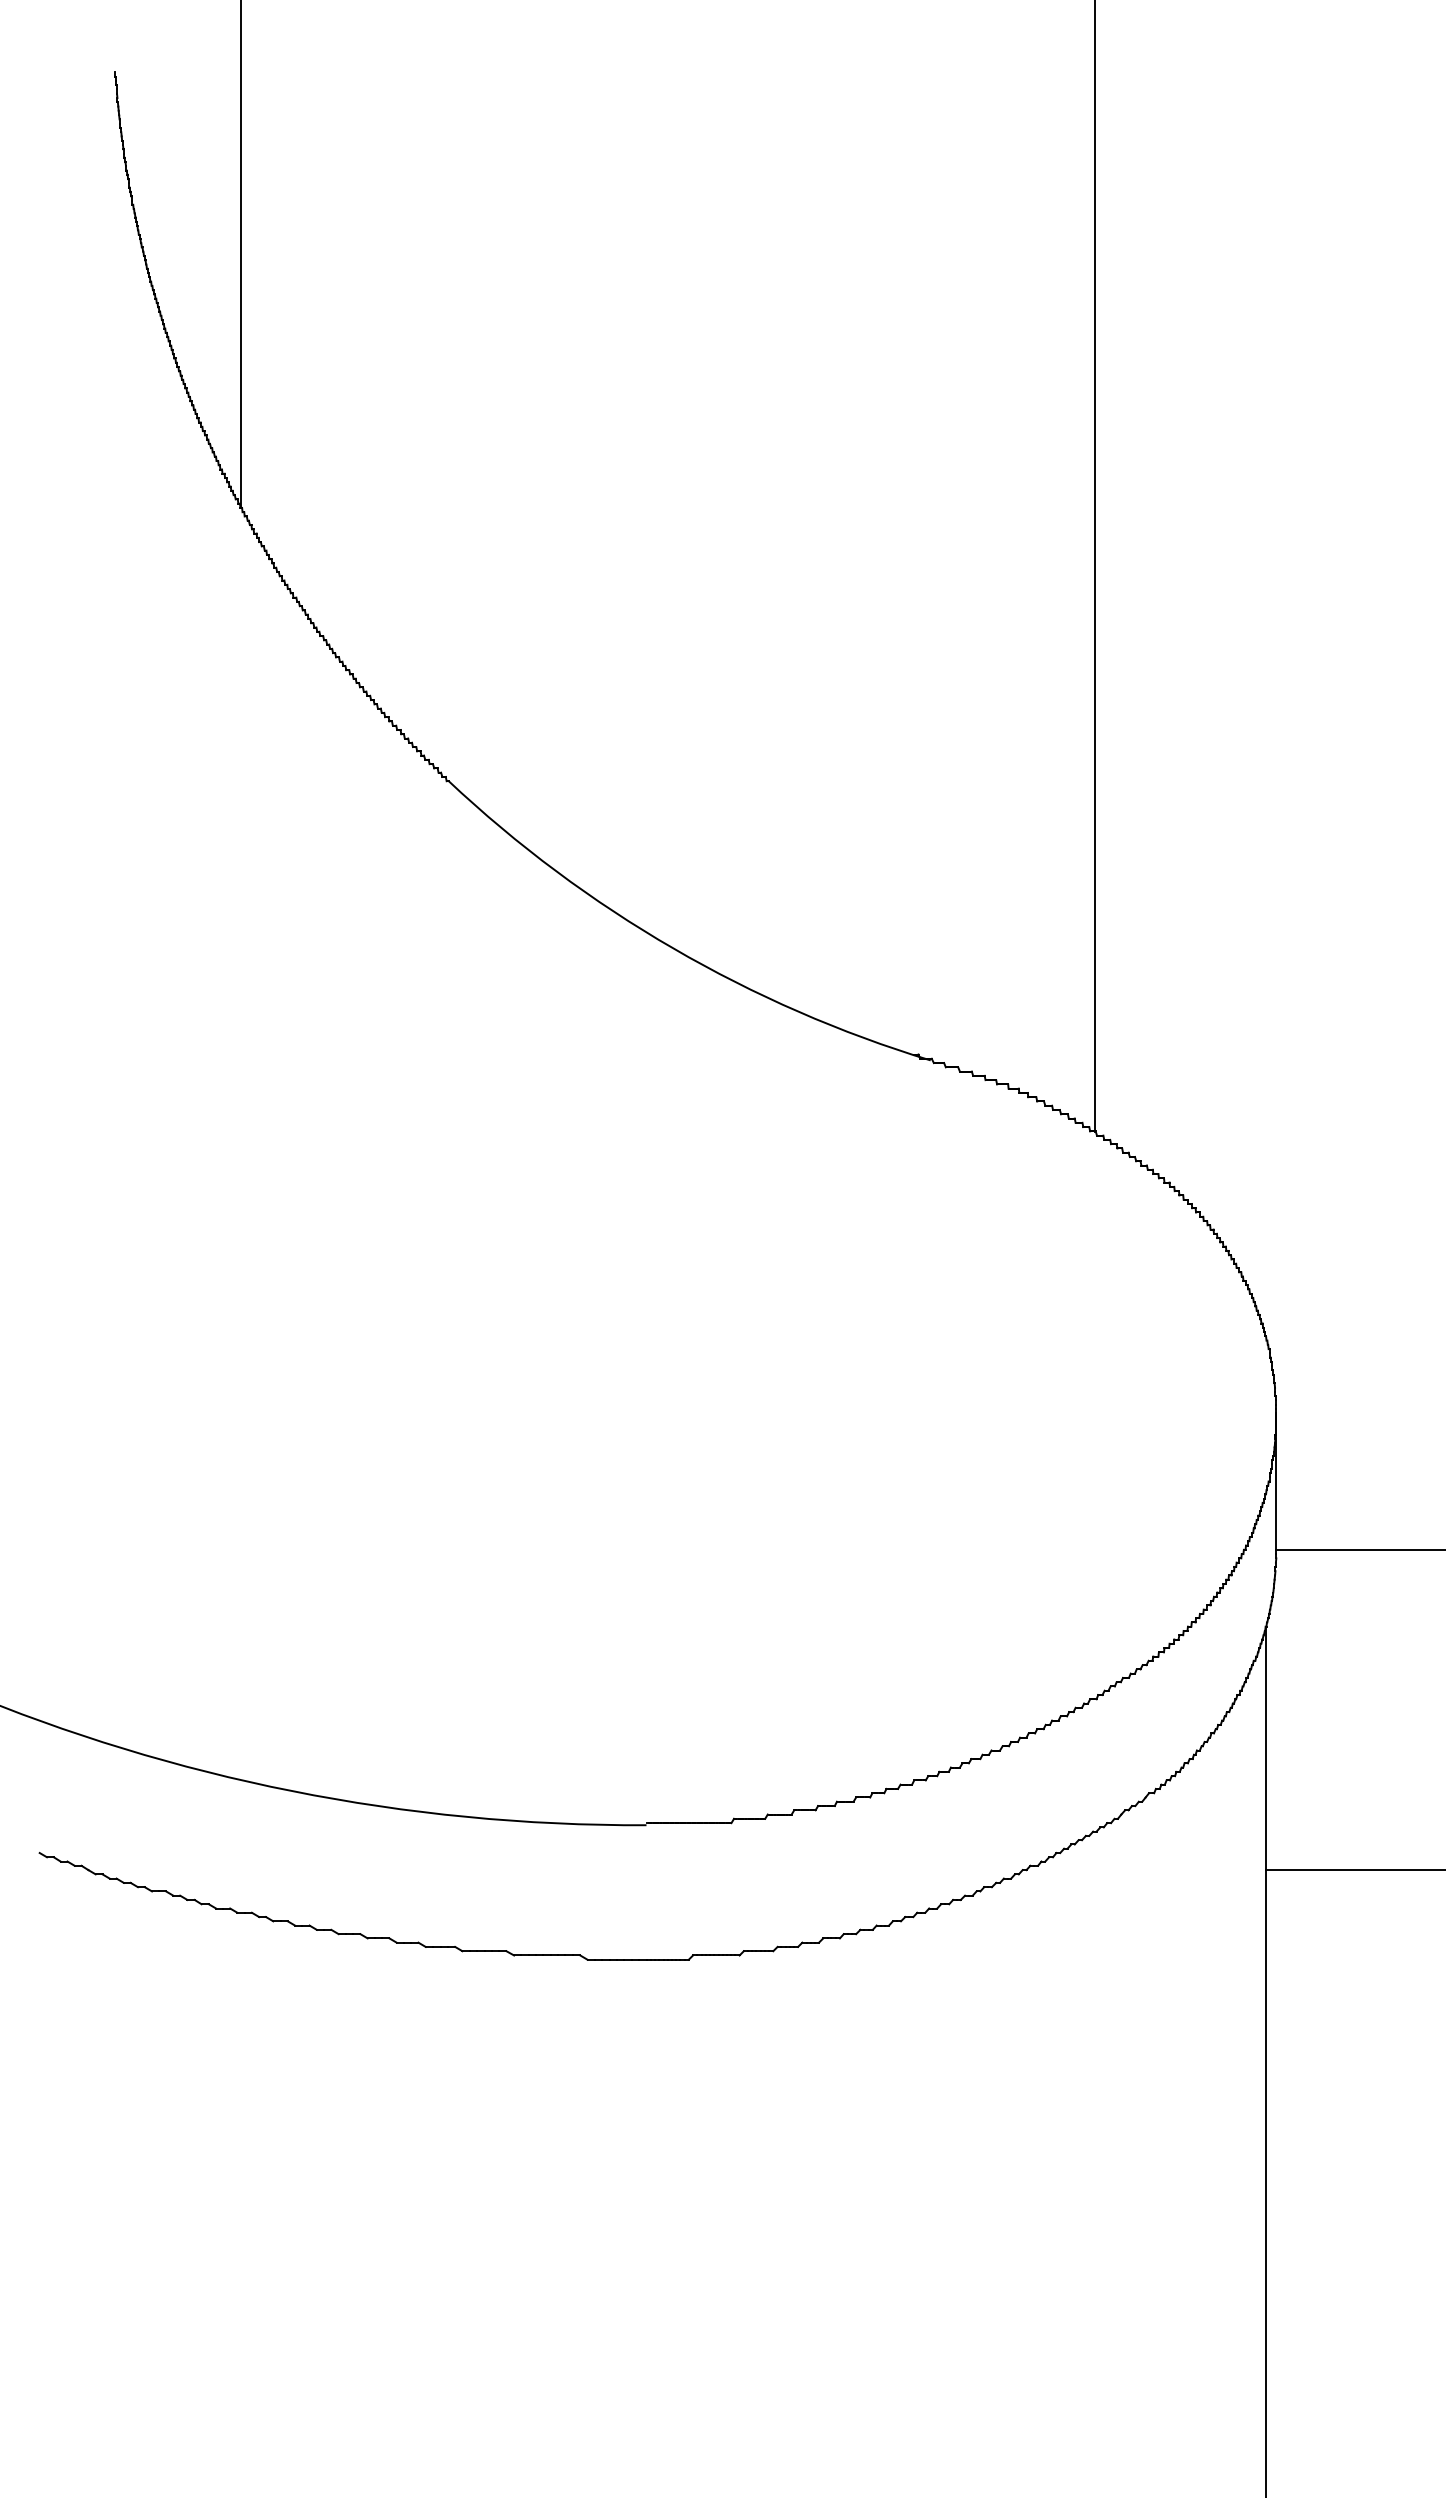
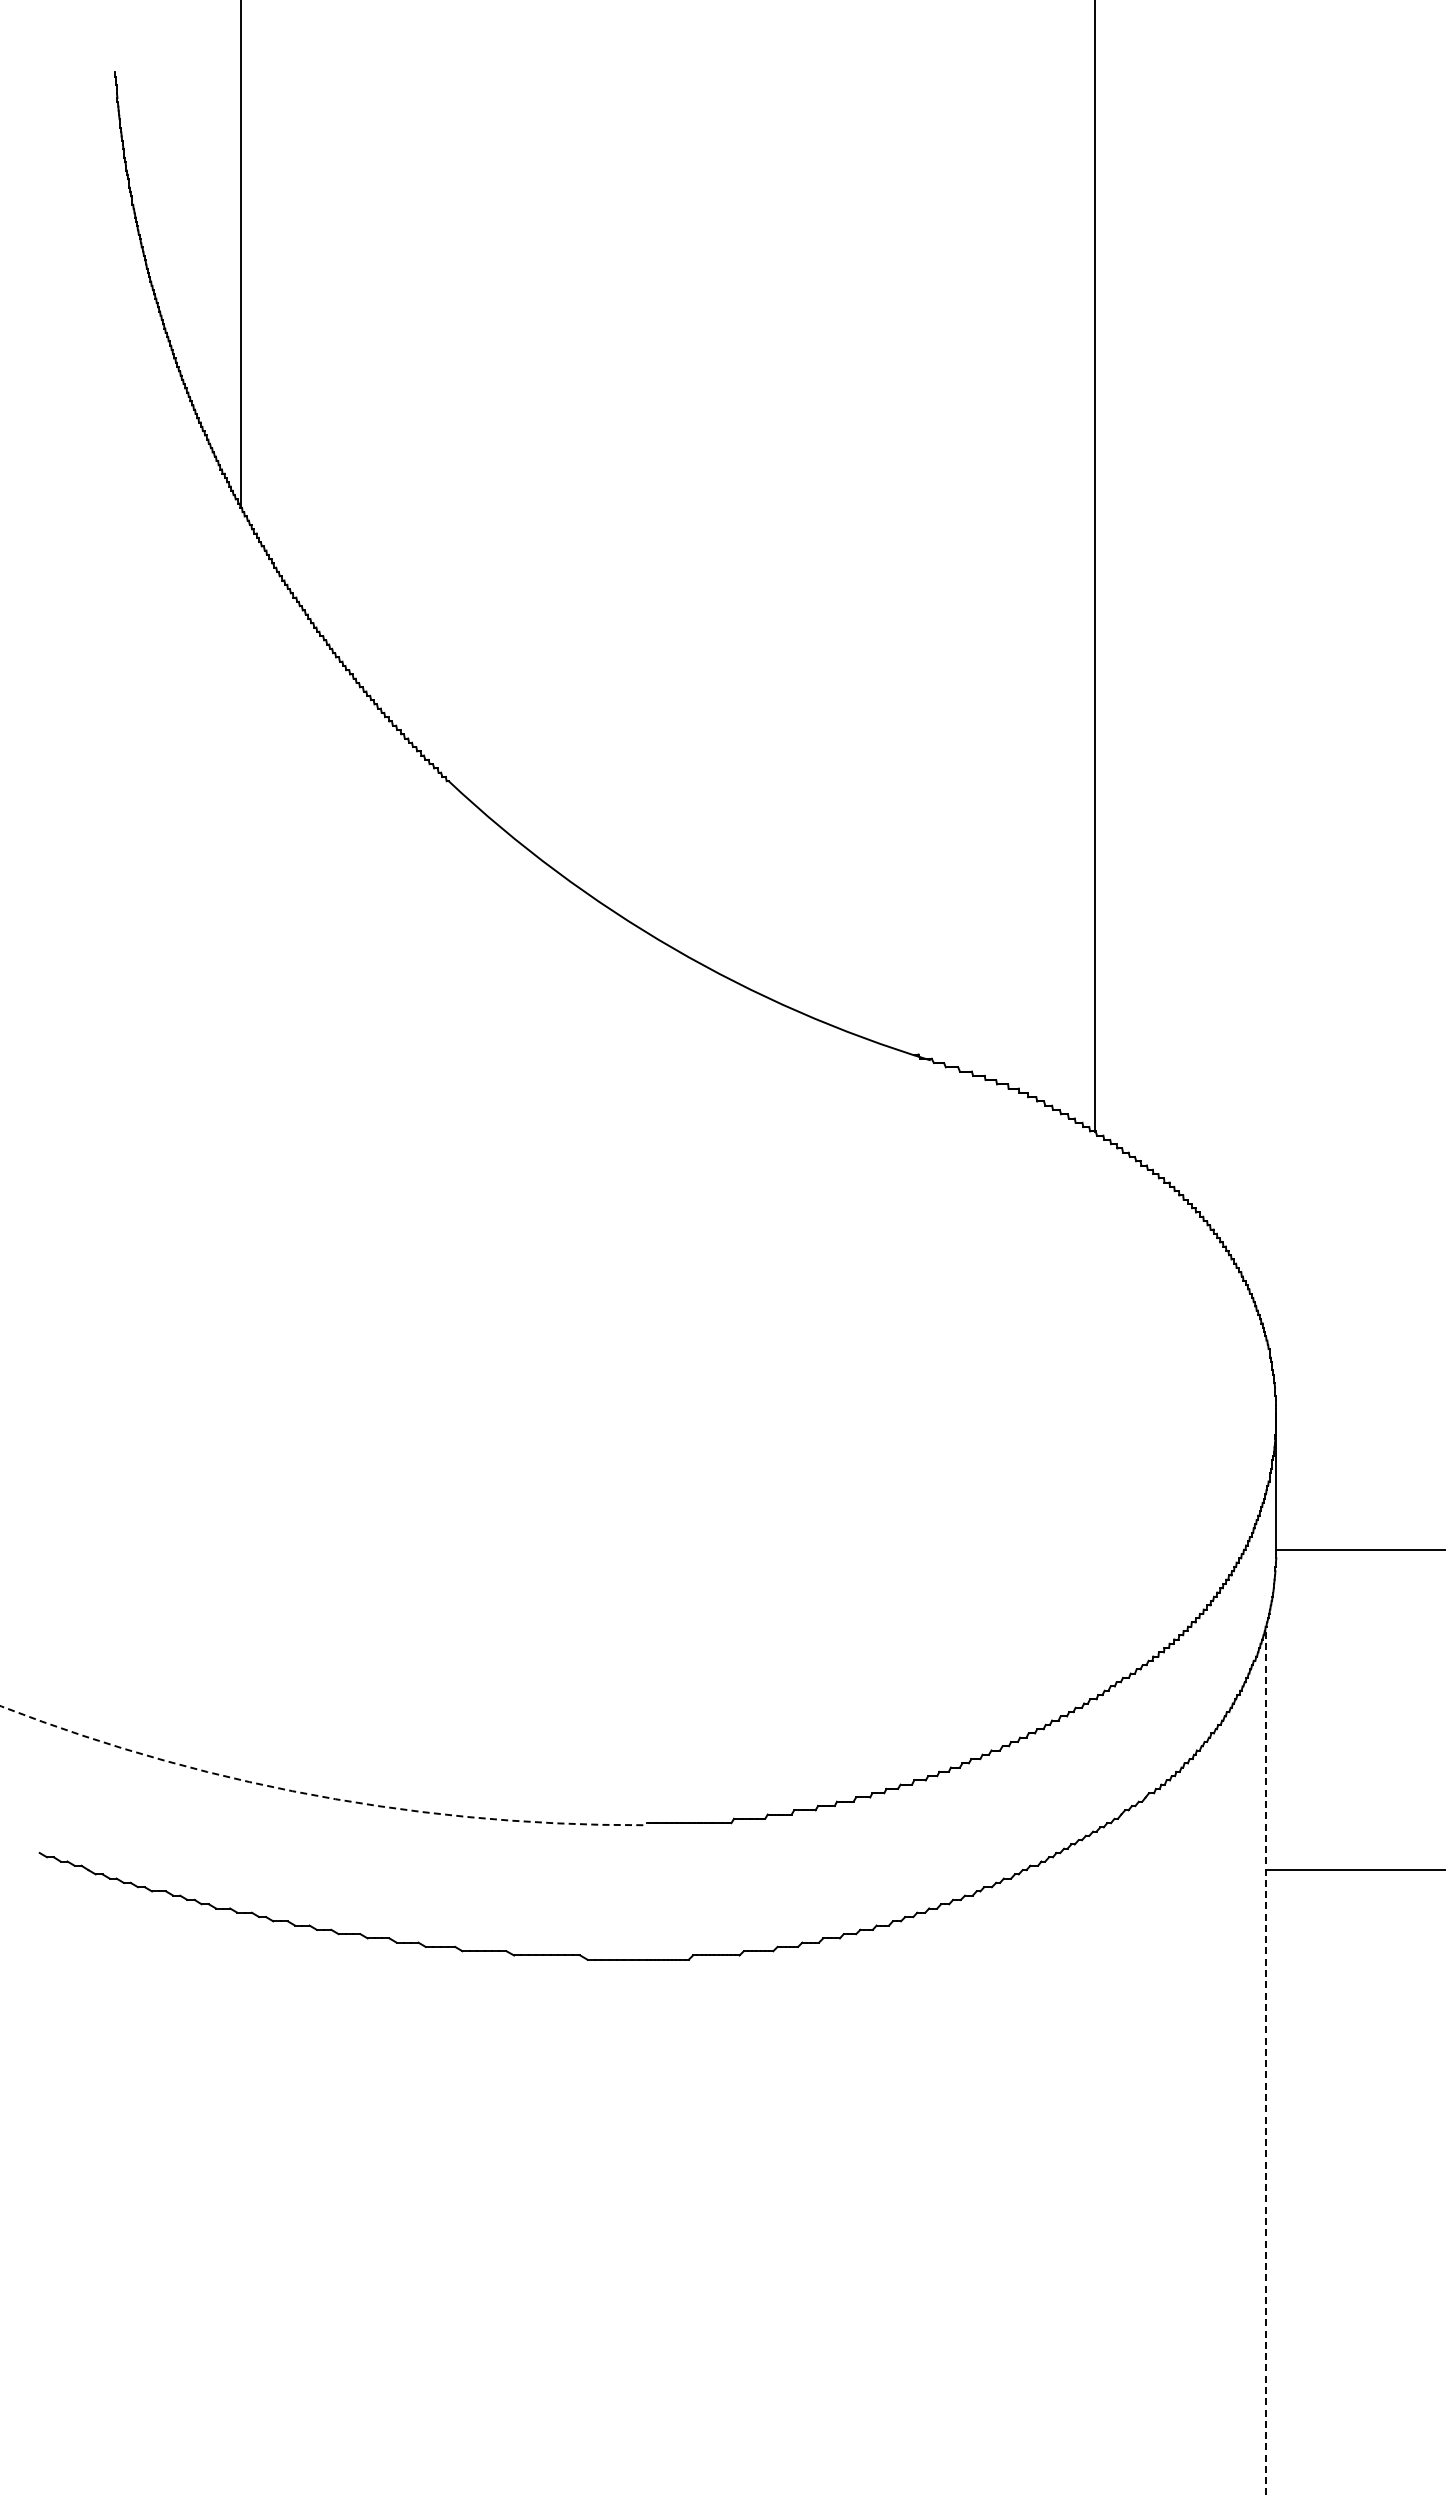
arc at (322, 1796): solid -> dashed
line at (1265, 2062): solid -> dashed
